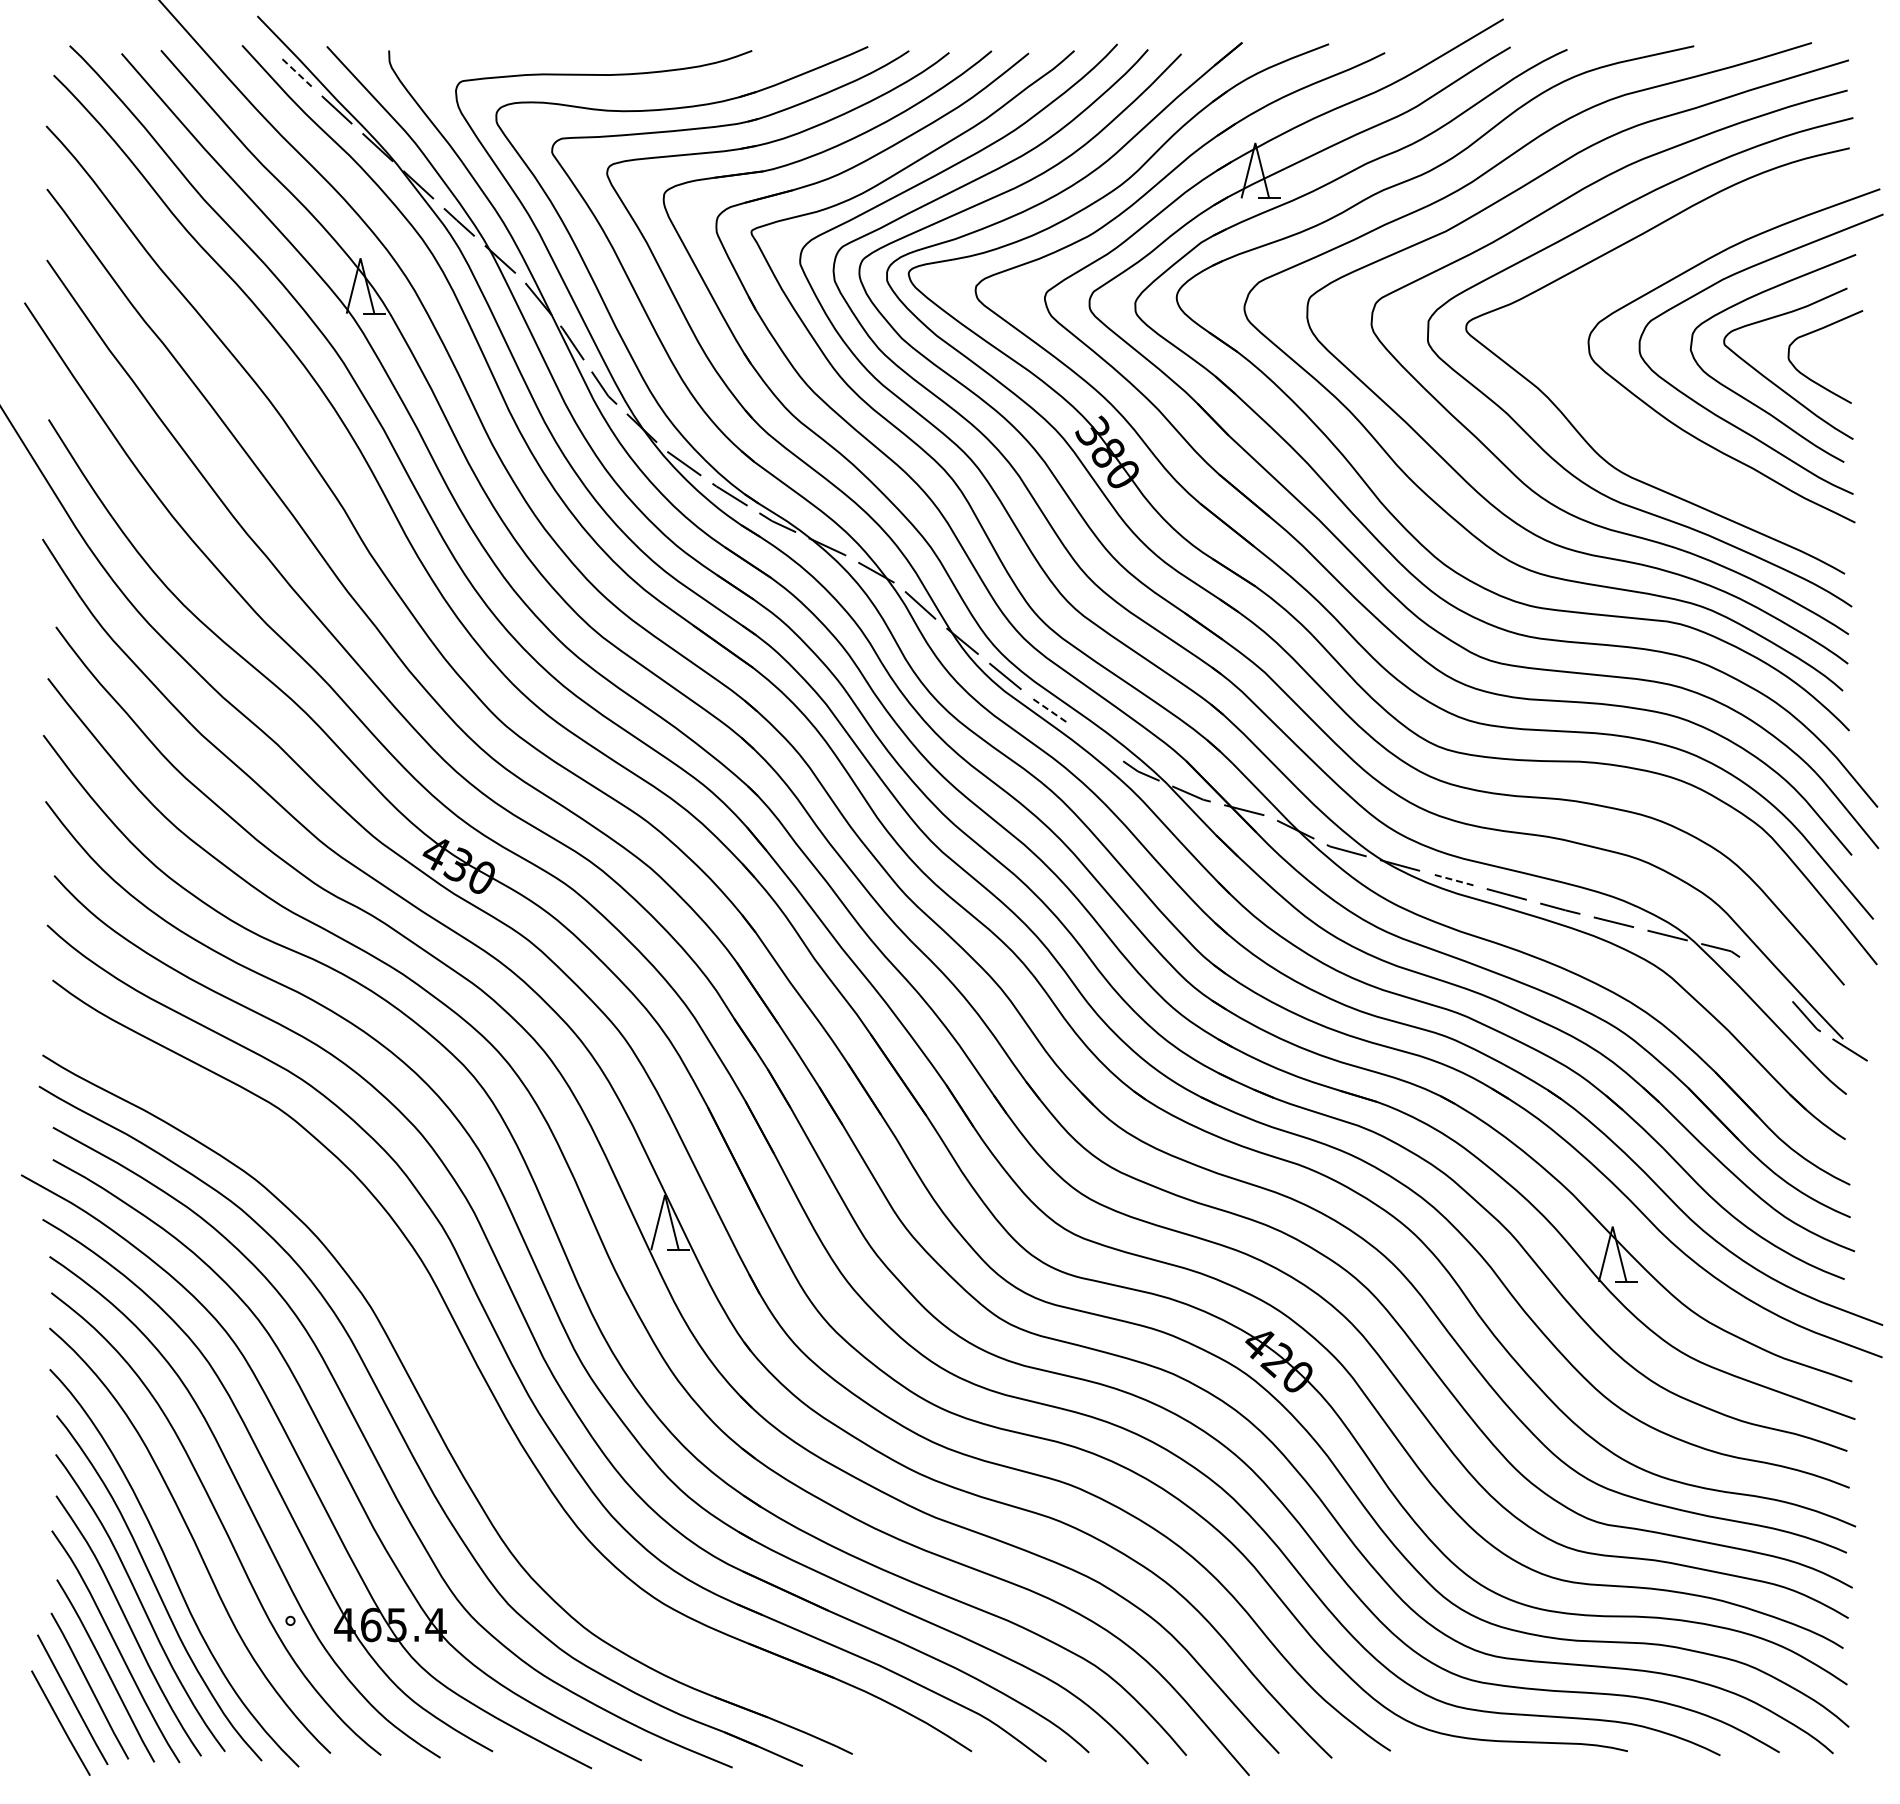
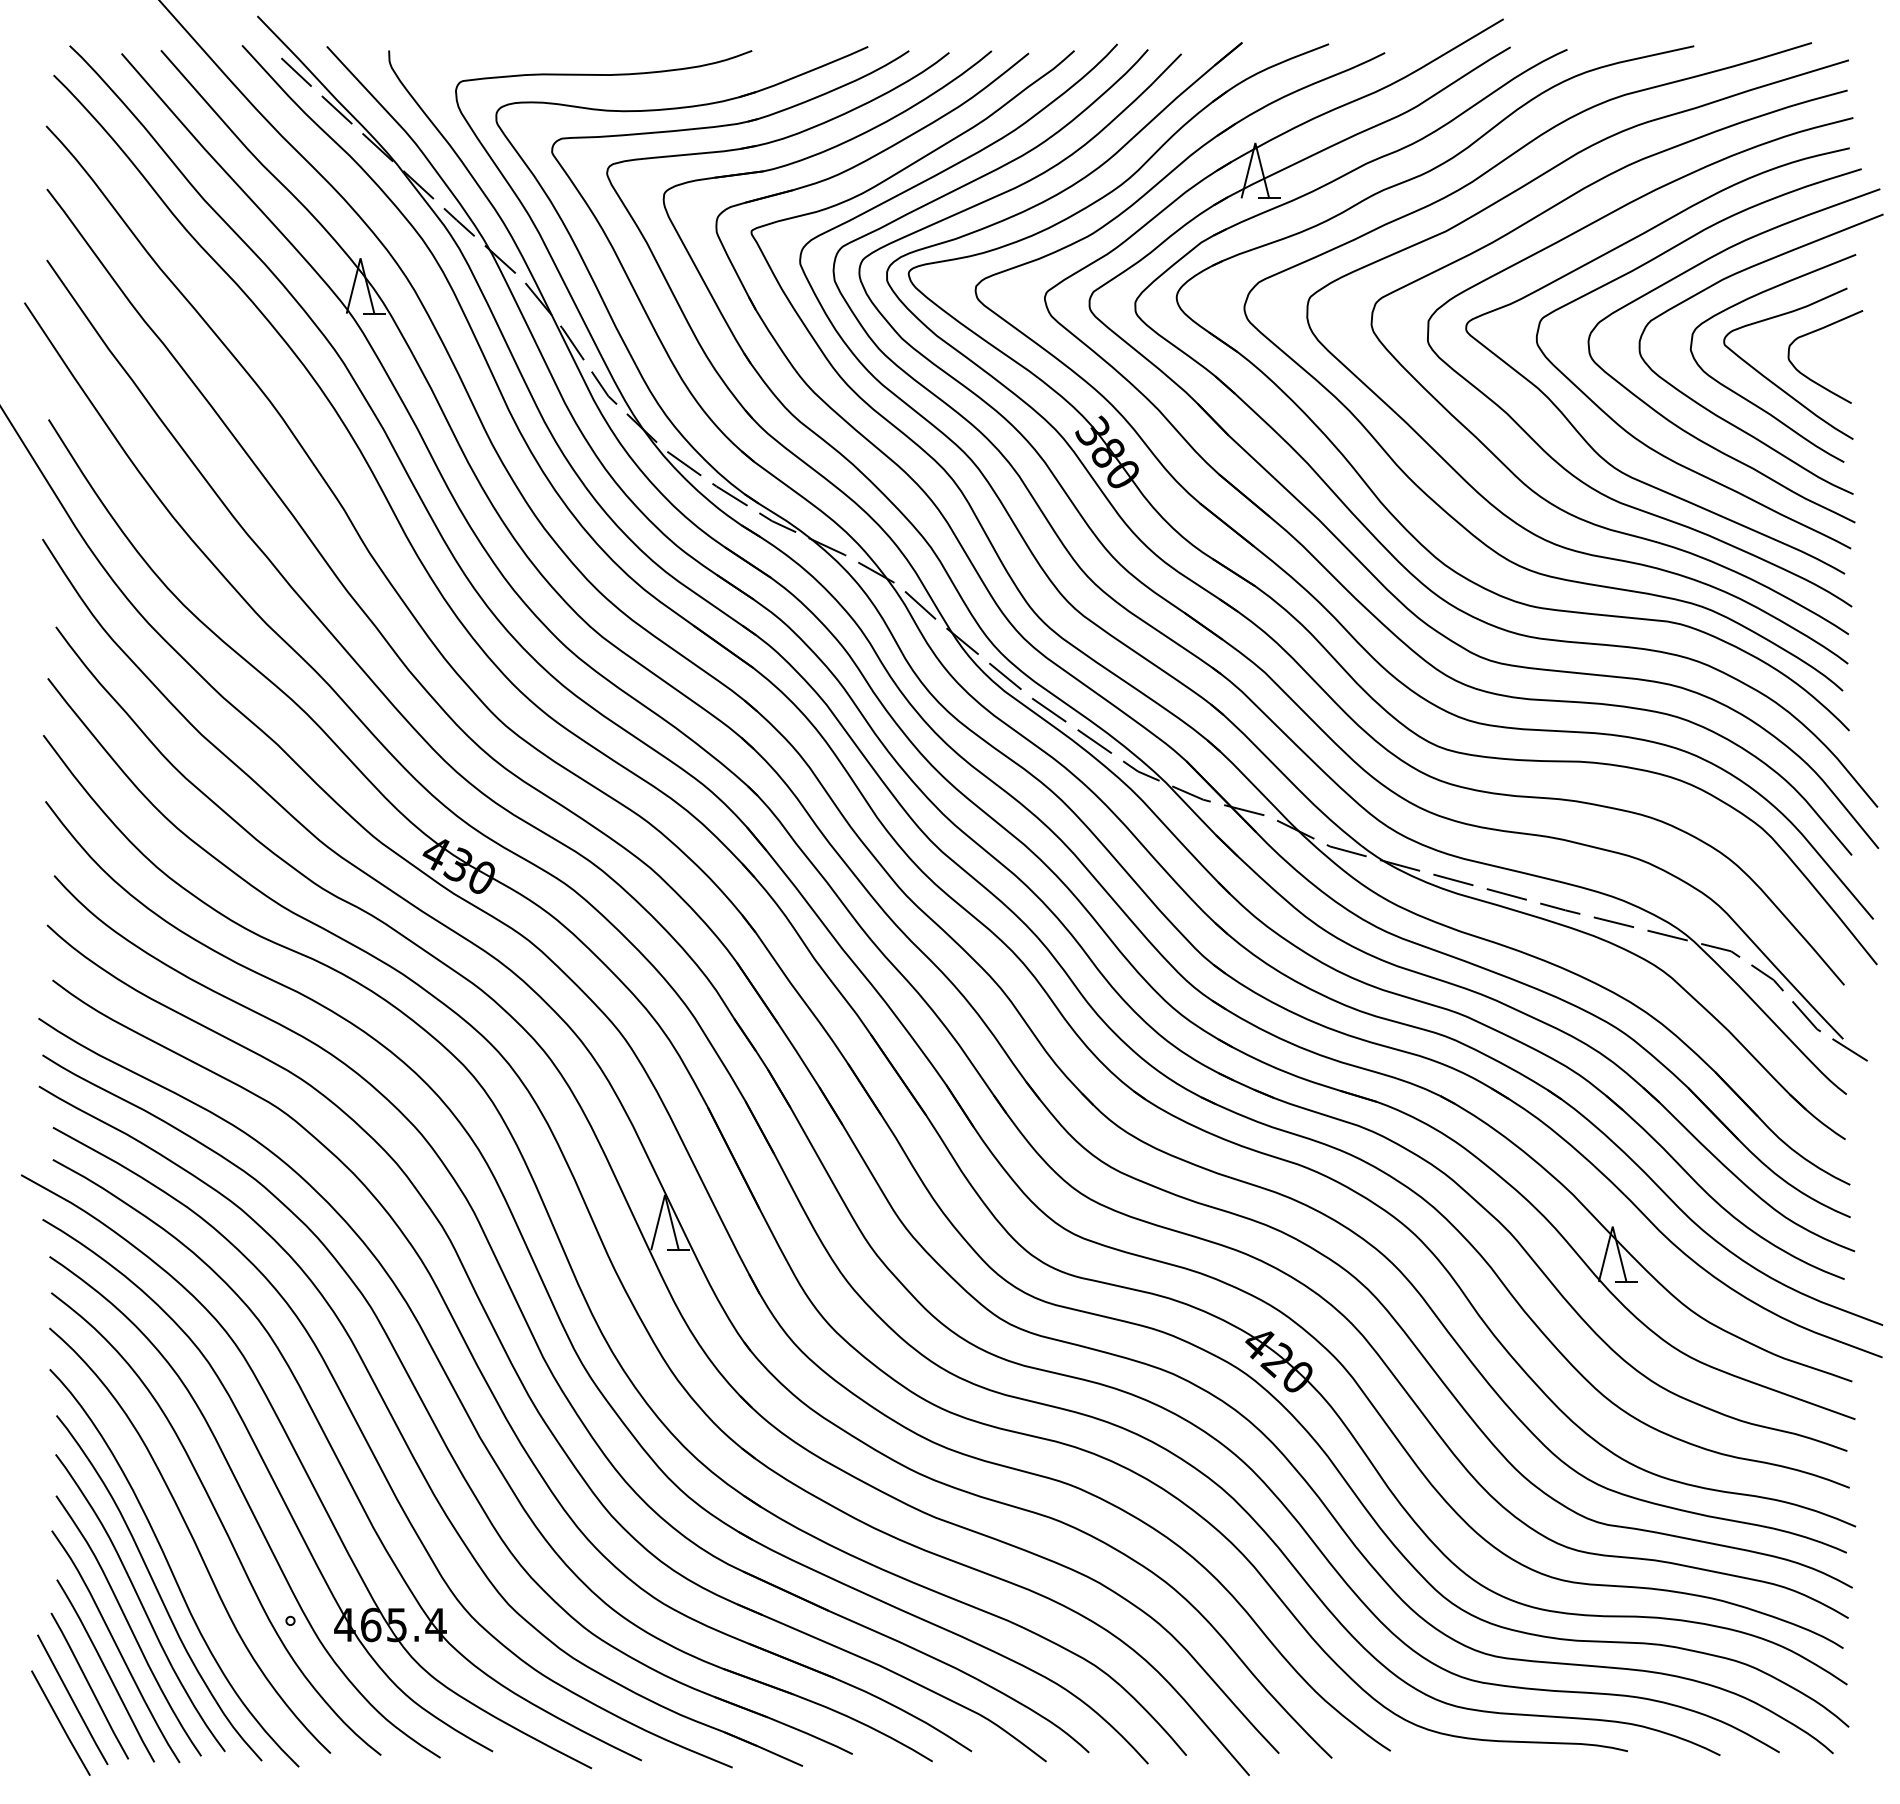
line at (296, 72): dashed -> solid
curve at (1642, 441): none -> present
line at (1049, 710): dashed -> solid
line at (1094, 741): none -> present
line at (1453, 879): dashed -> solid
part at (1767, 977): none -> present
part at (462, 1402): none -> present
